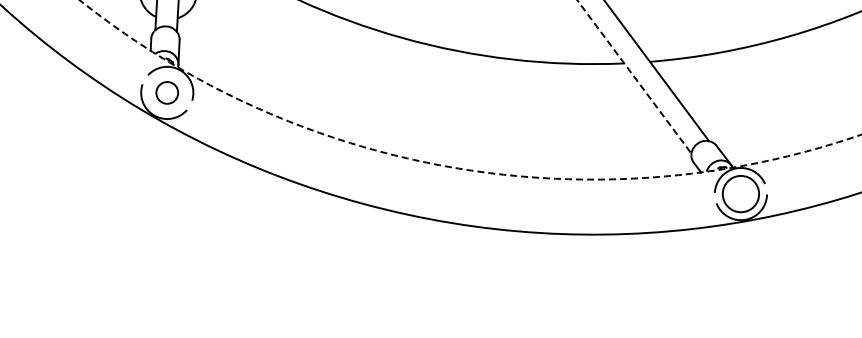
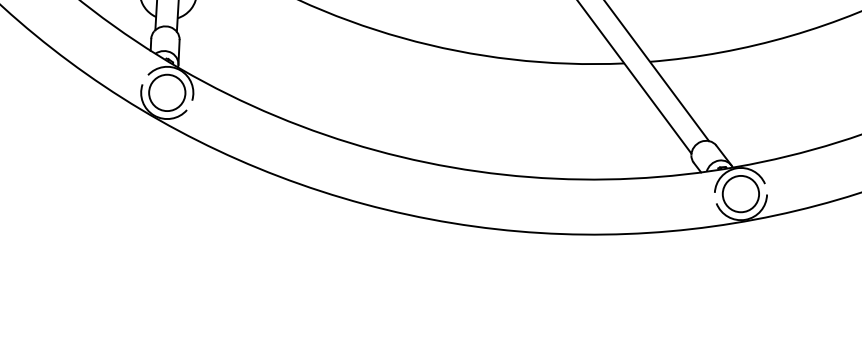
line at (634, 77): dashed -> solid
circle at (167, 92) diameter: 22 px -> 36 px
arc at (453, 167): dashed -> solid
